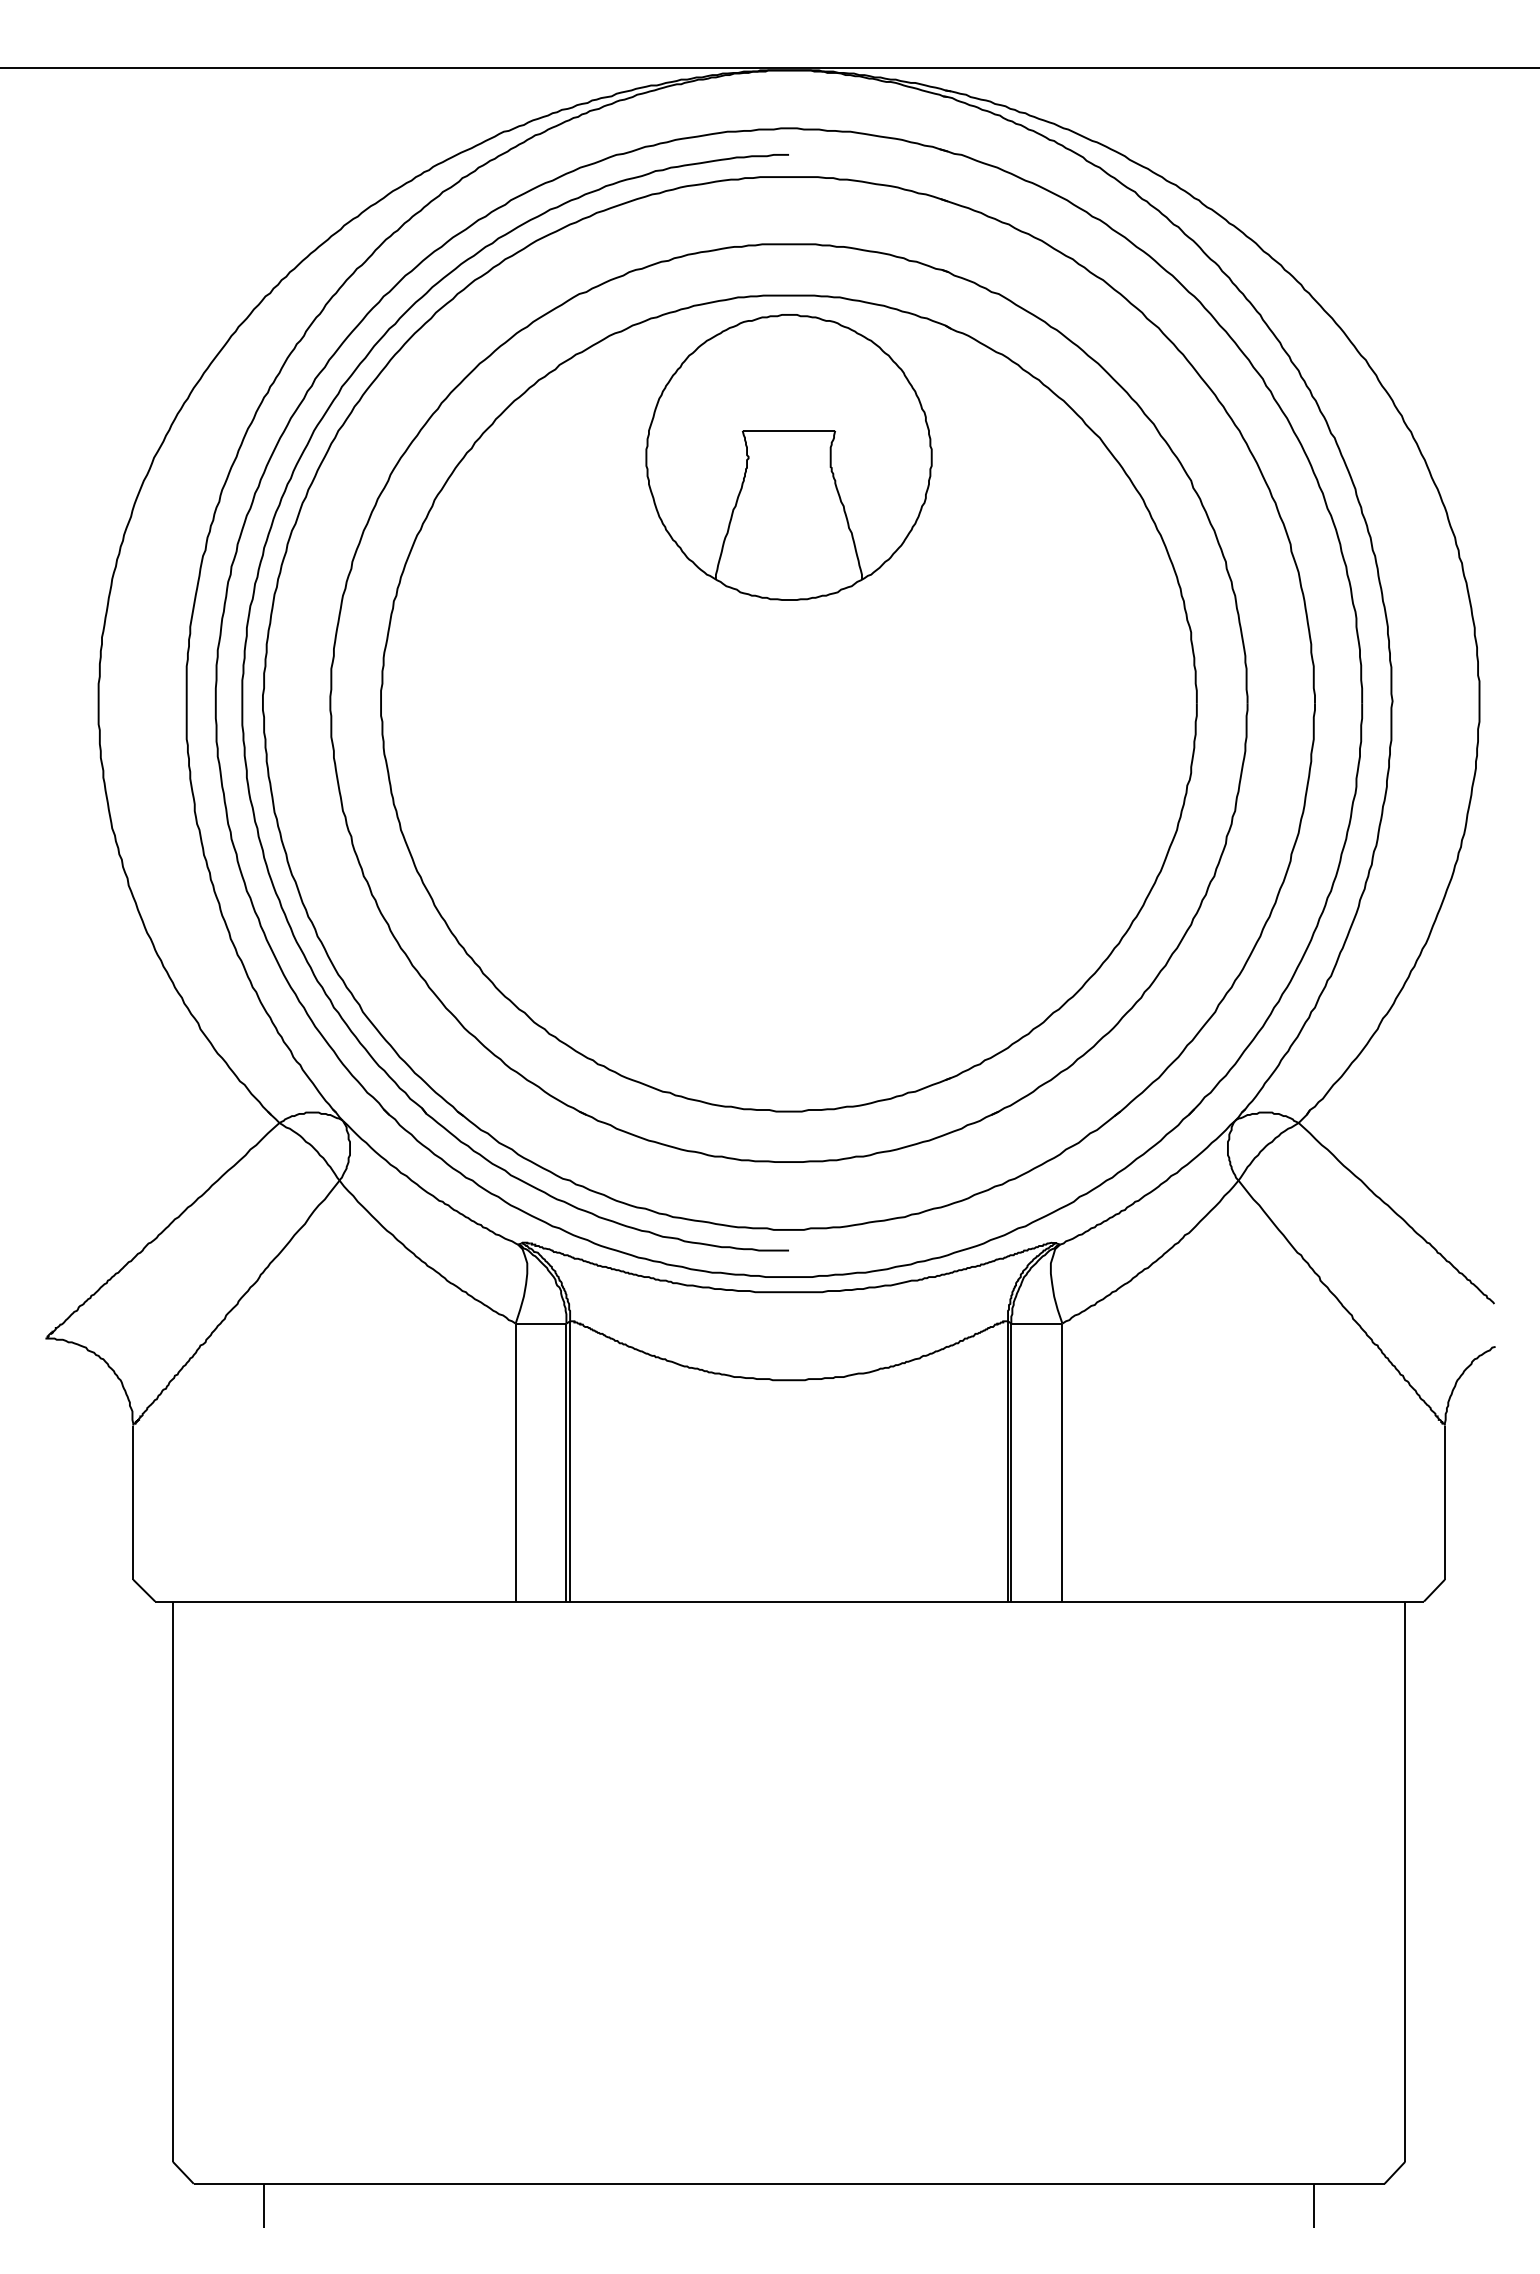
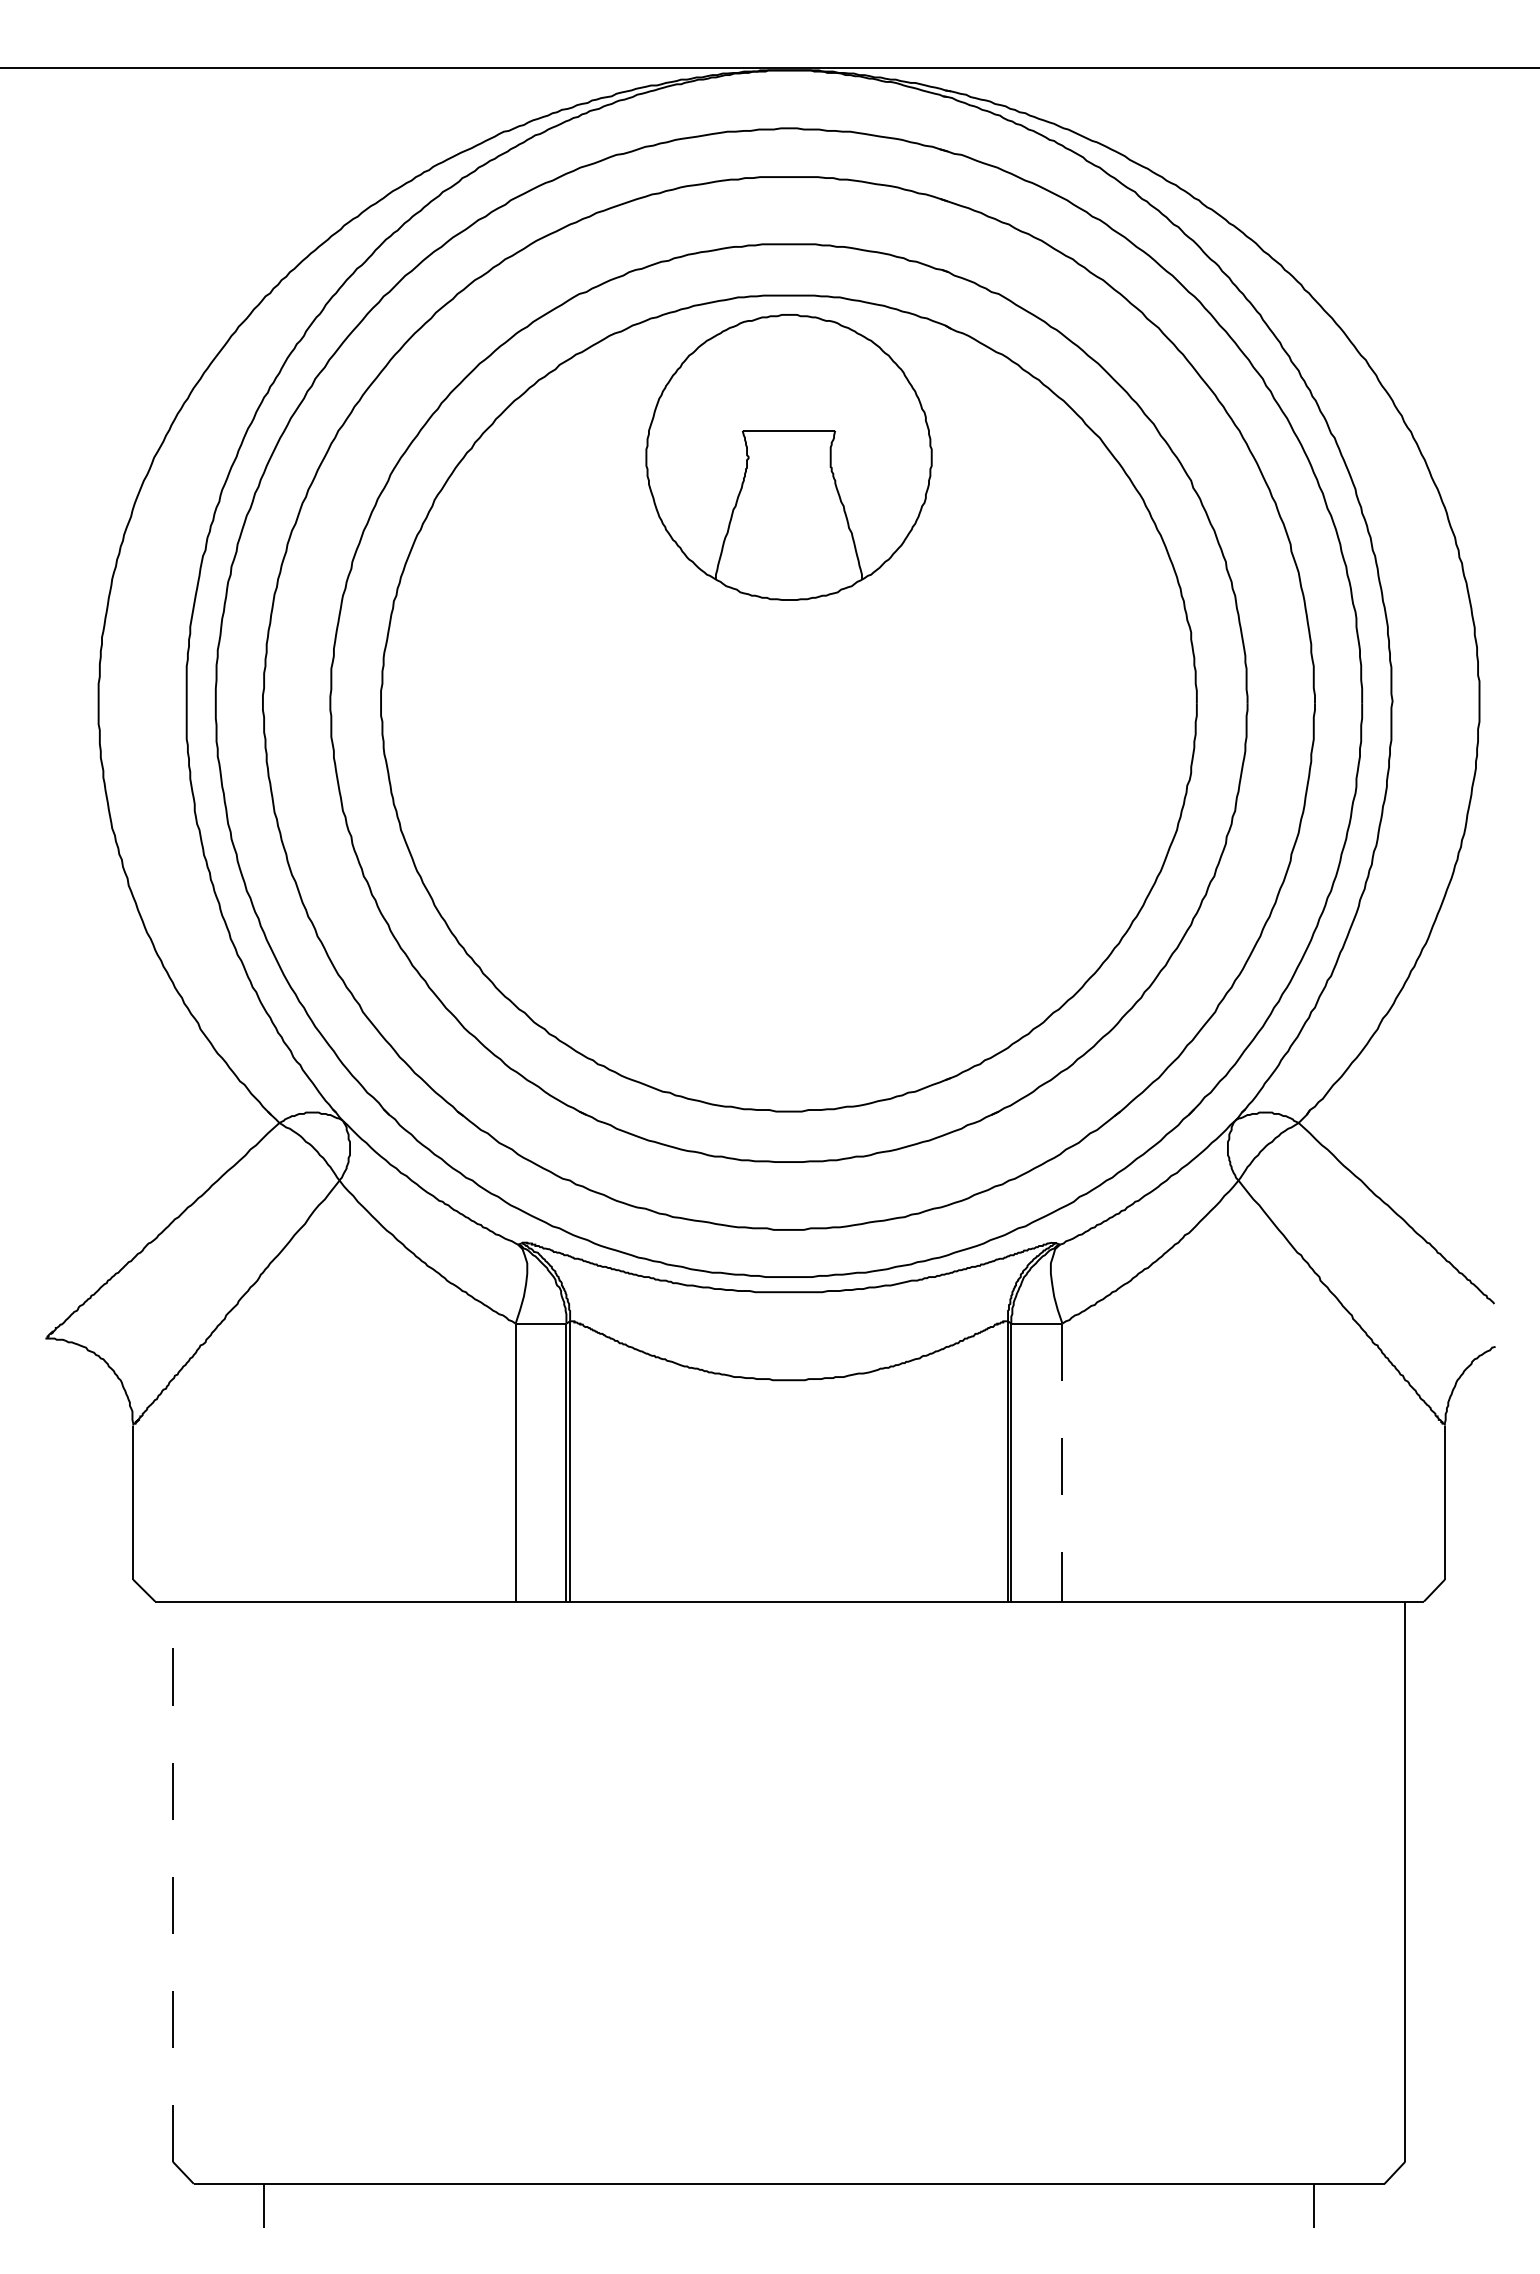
part at (243, 702): present -> none
line at (1062, 1462): solid -> dashed
line at (172, 1881): solid -> dashed
